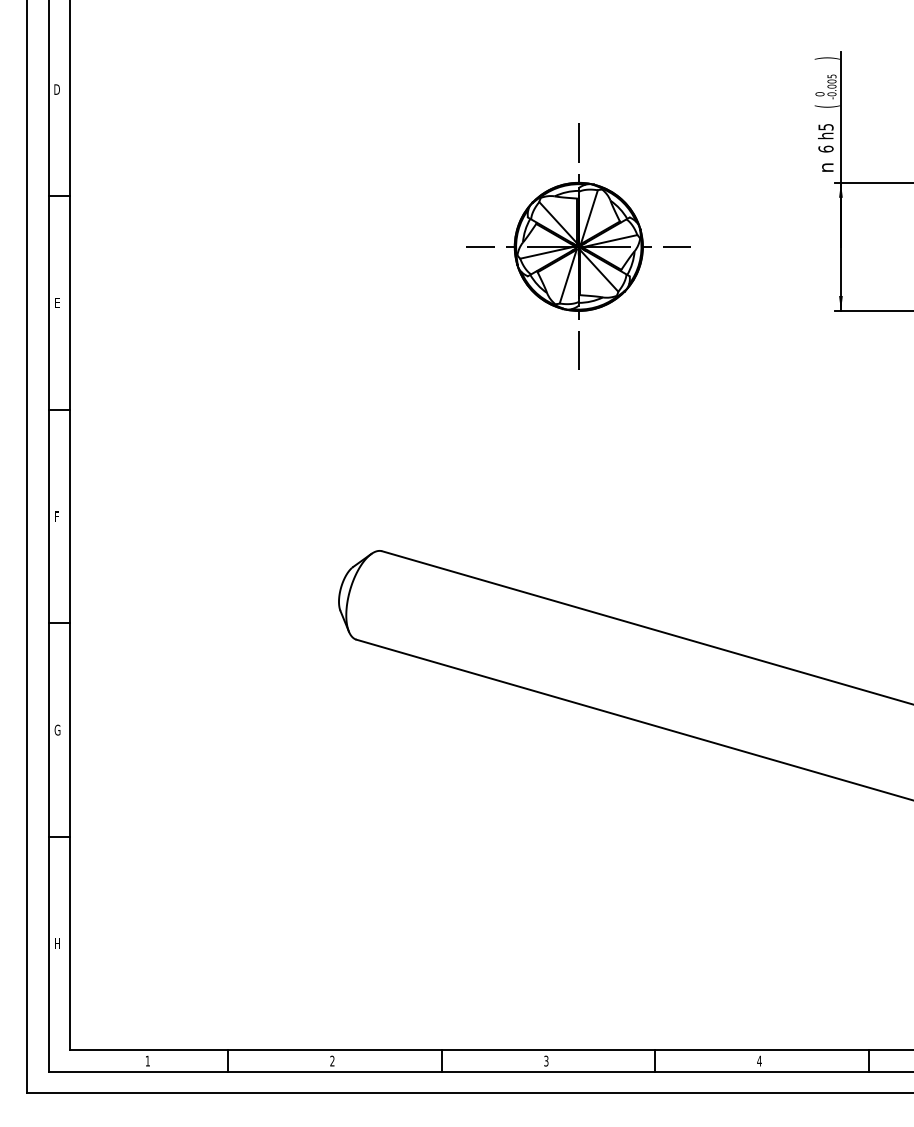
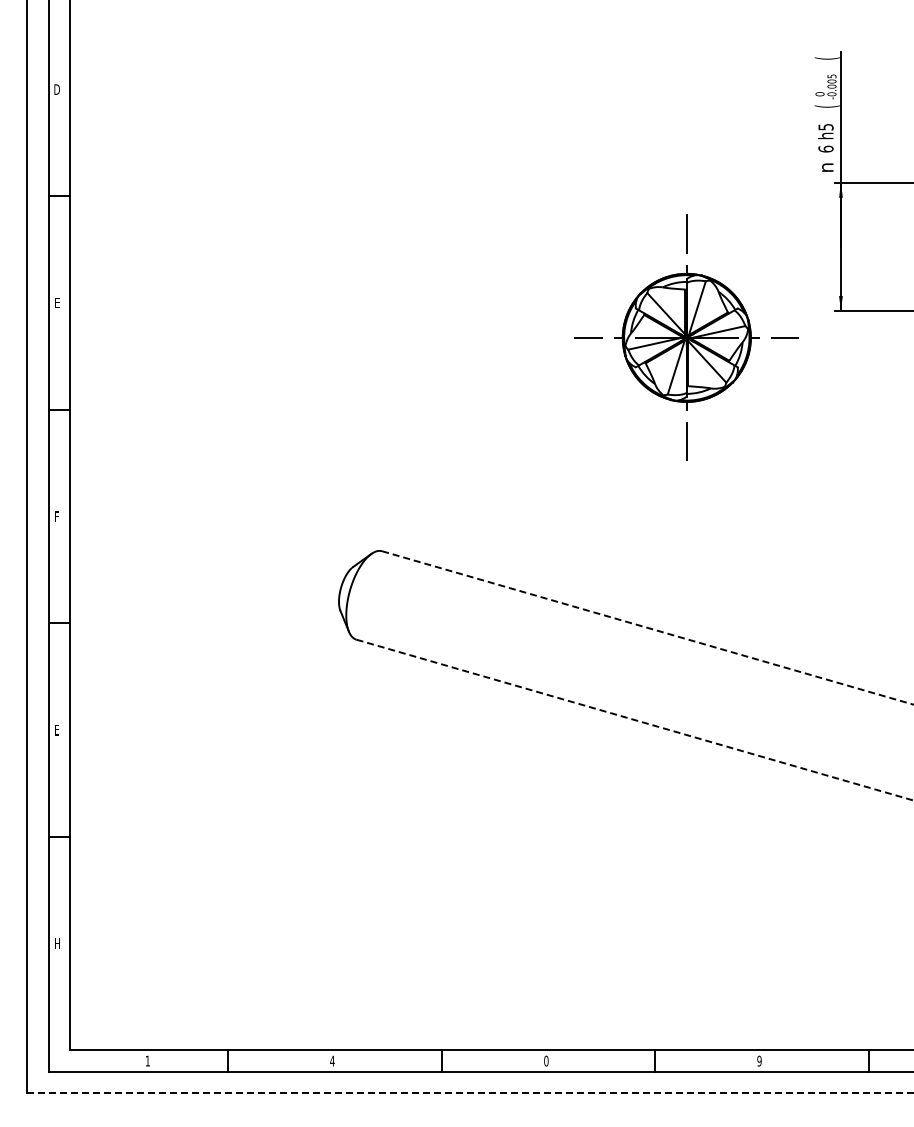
text at (826, 58): ) -> (
part at (578, 246) position: (578, 246) -> (686, 337)
line at (648, 628): solid -> dashed
line at (635, 720): solid -> dashed
text at (57, 729): G -> E
text at (332, 1060): 2 -> 4
text at (546, 1060): 3 -> 0
text at (759, 1060): 4 -> 9
line at (470, 1093): solid -> dashed
